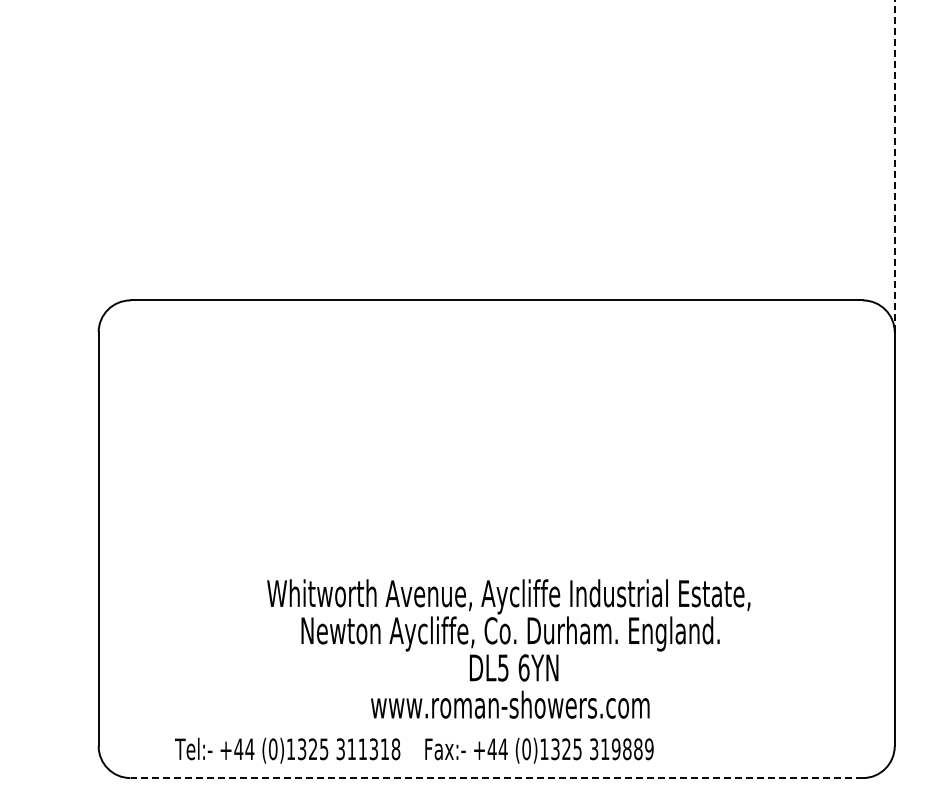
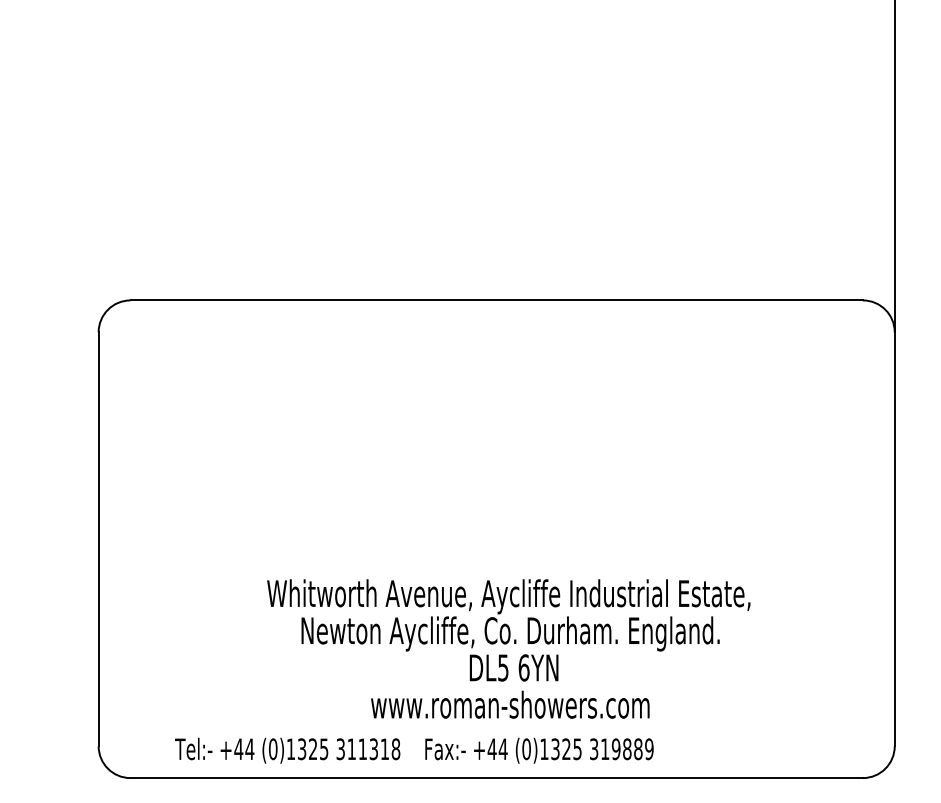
line at (894, 166): dashed -> solid
line at (496, 778): dashed -> solid
